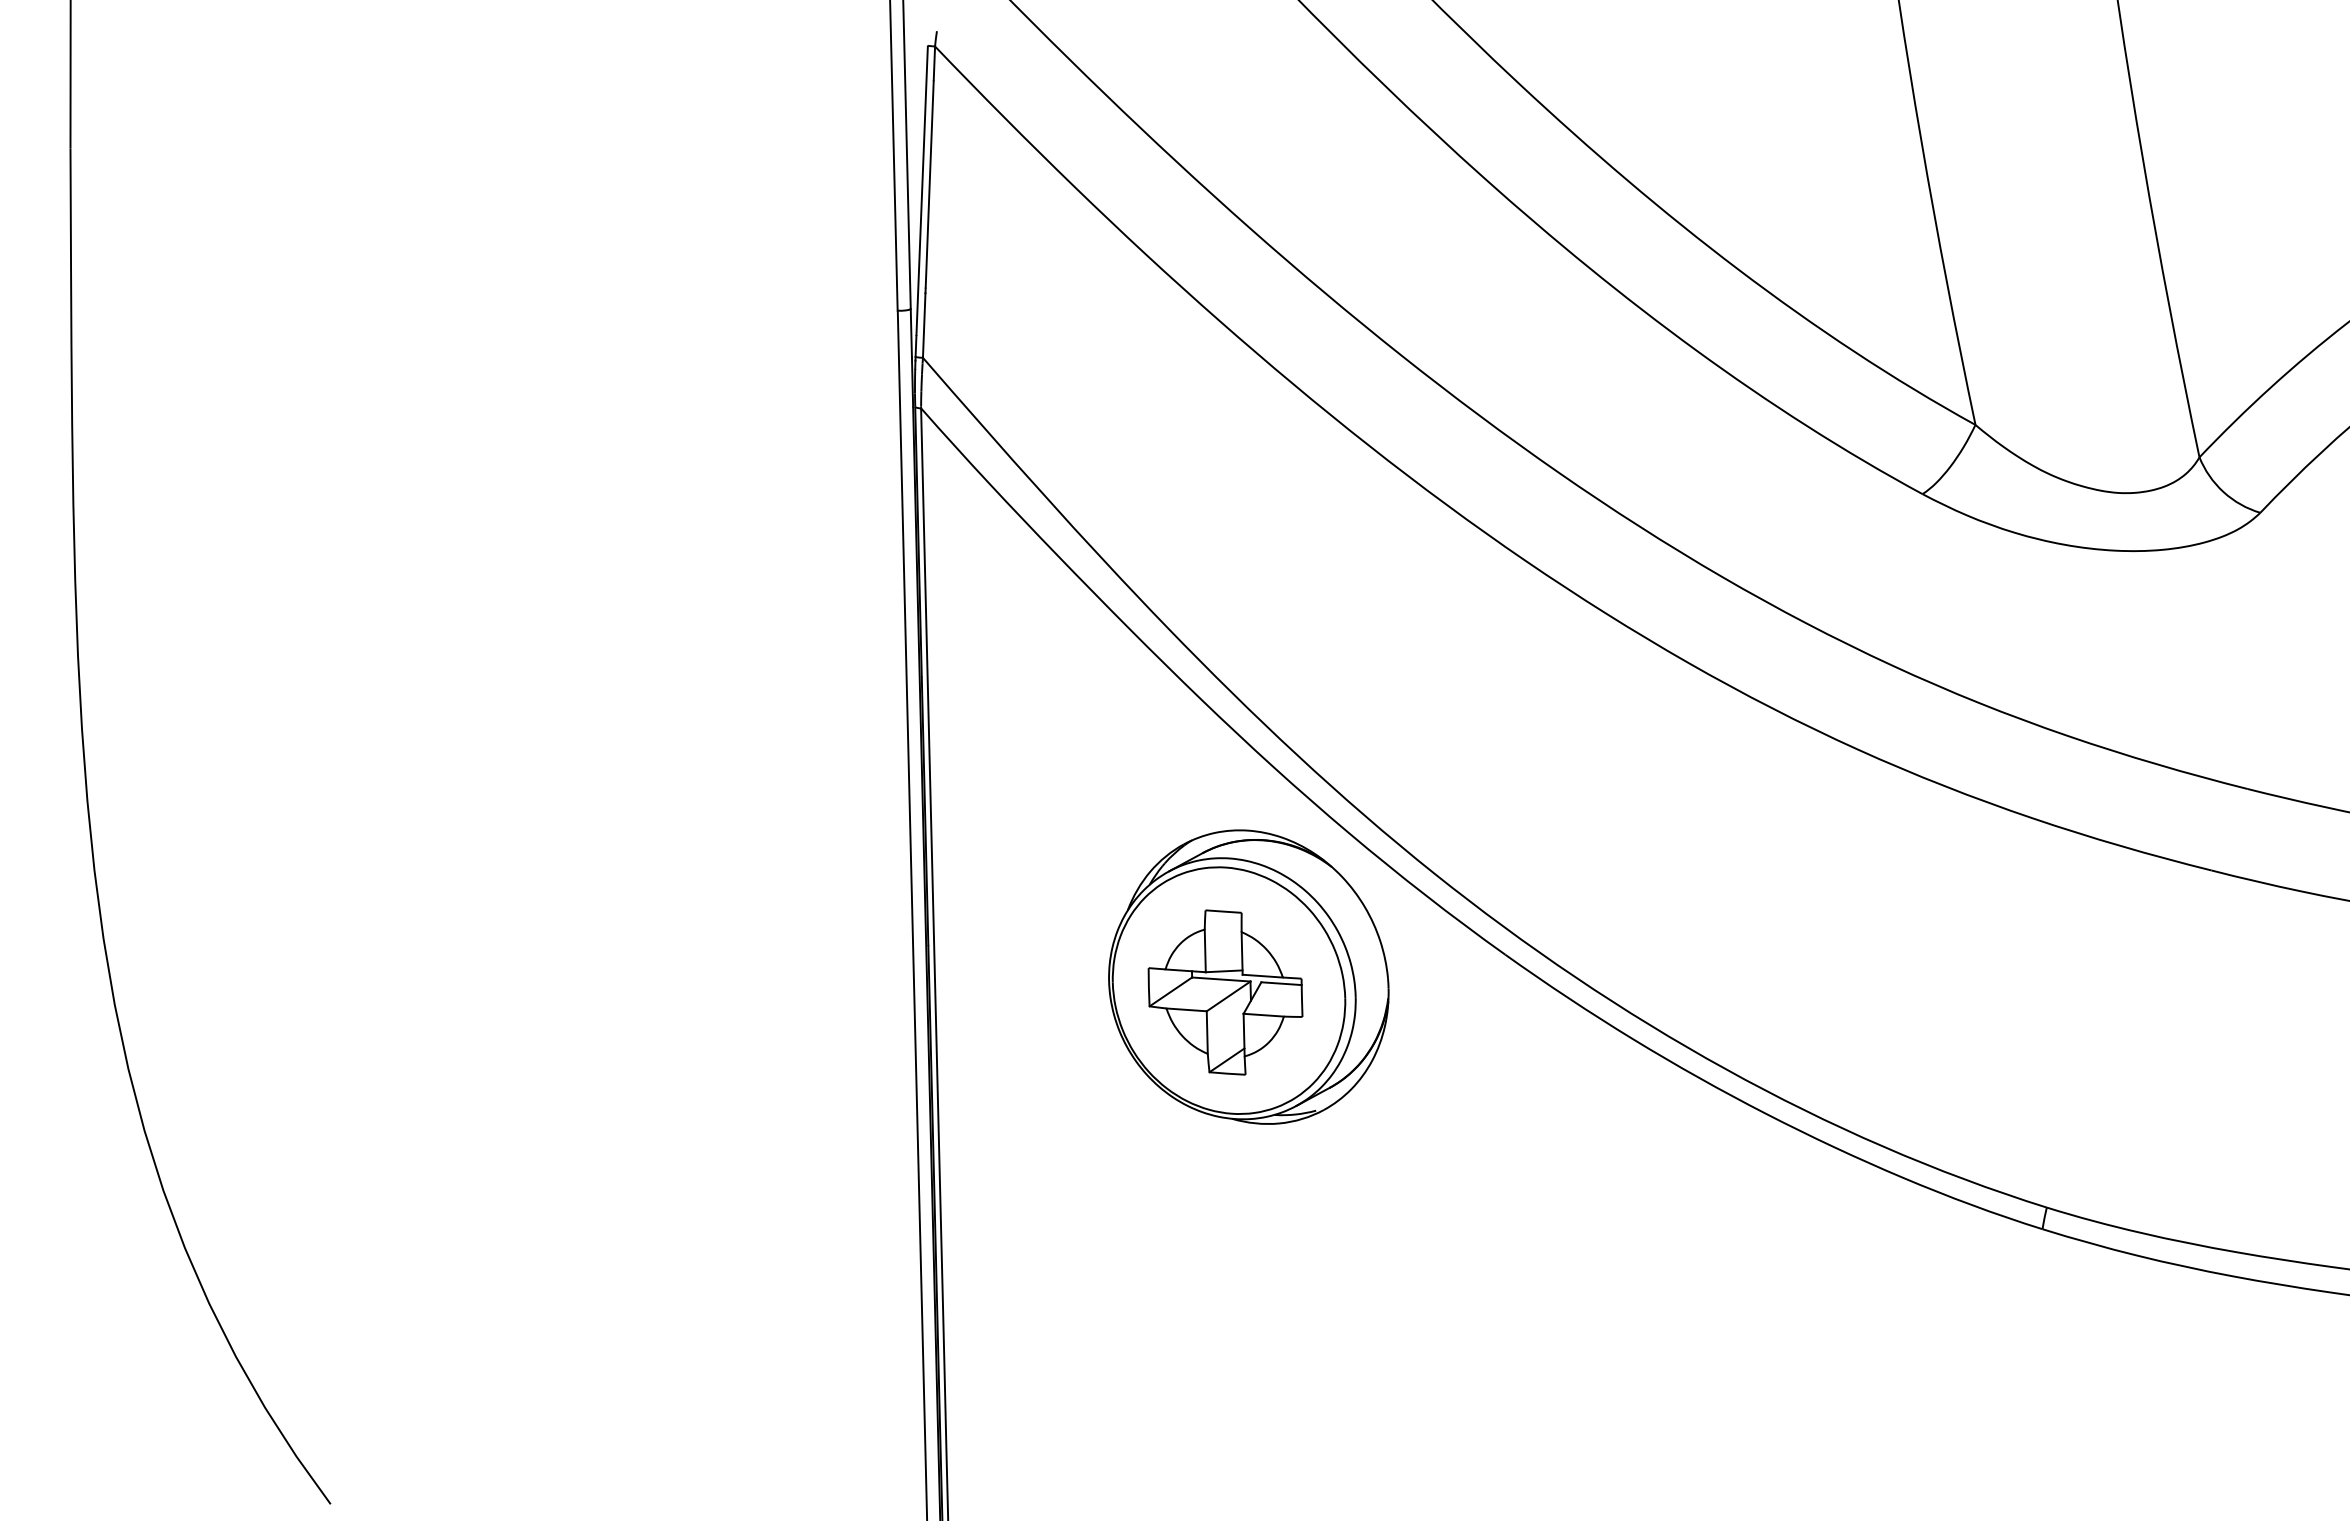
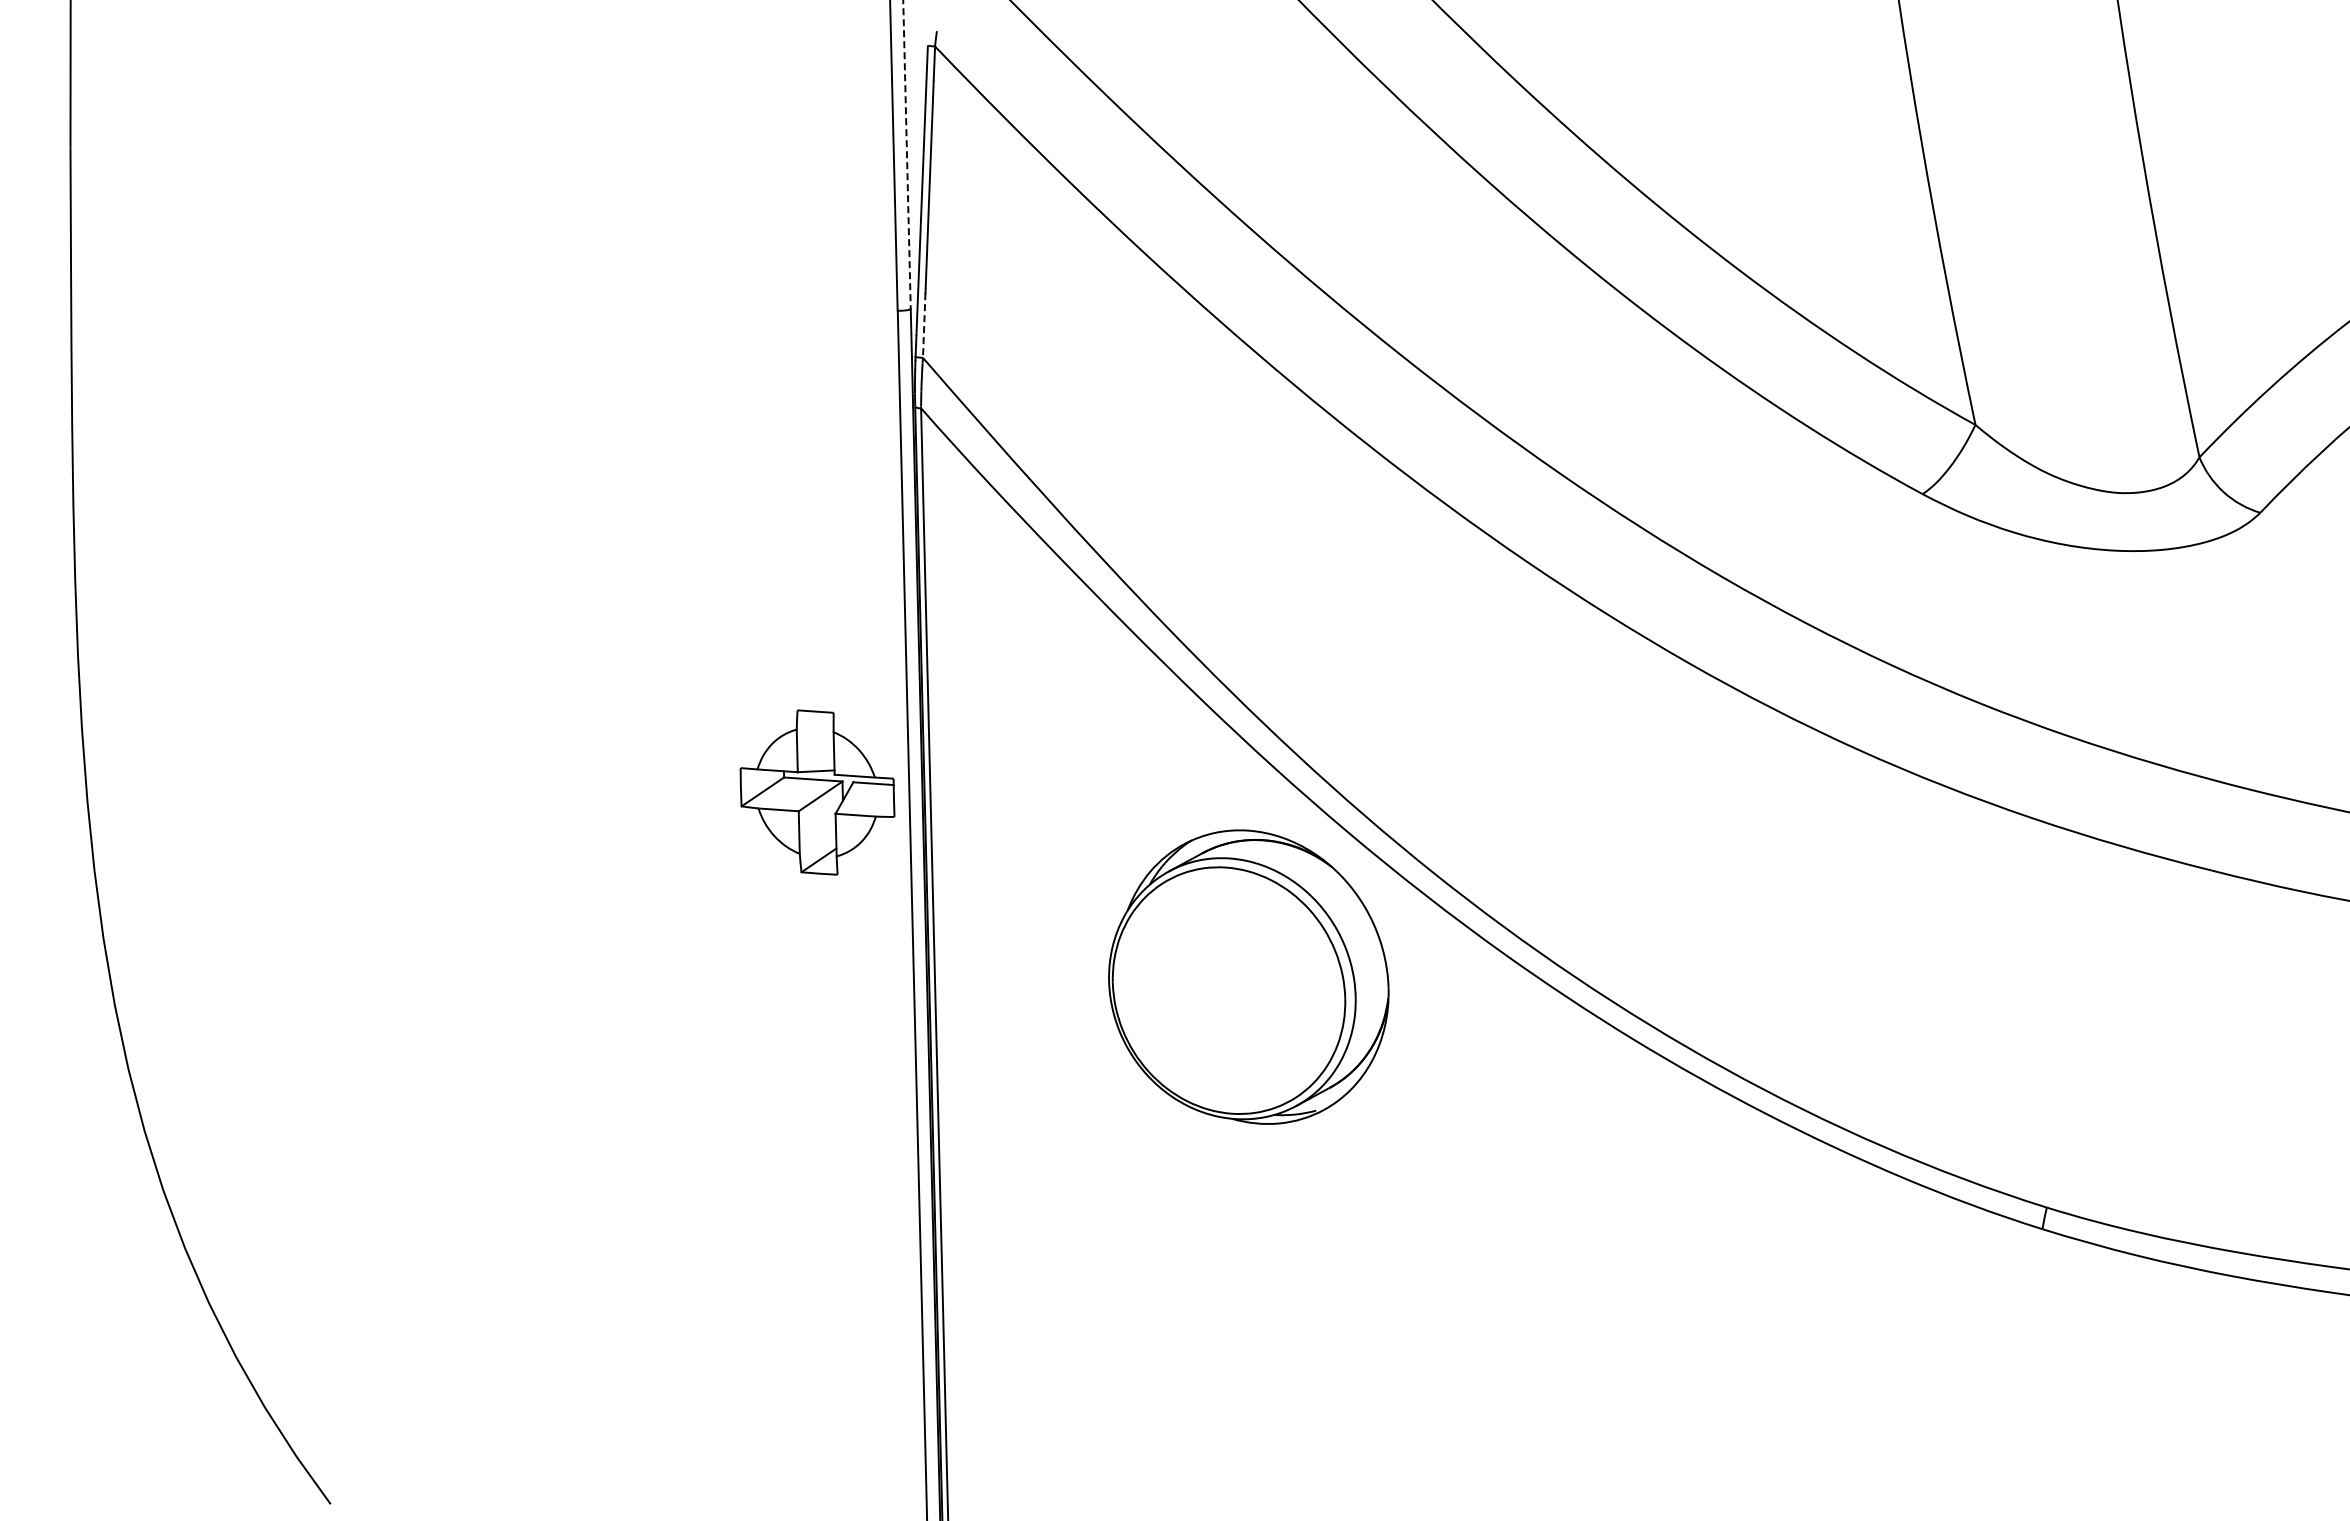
line at (907, 155): solid -> dashed
line at (924, 326): solid -> dashed
part at (1225, 992) position: (1225, 992) -> (817, 792)
